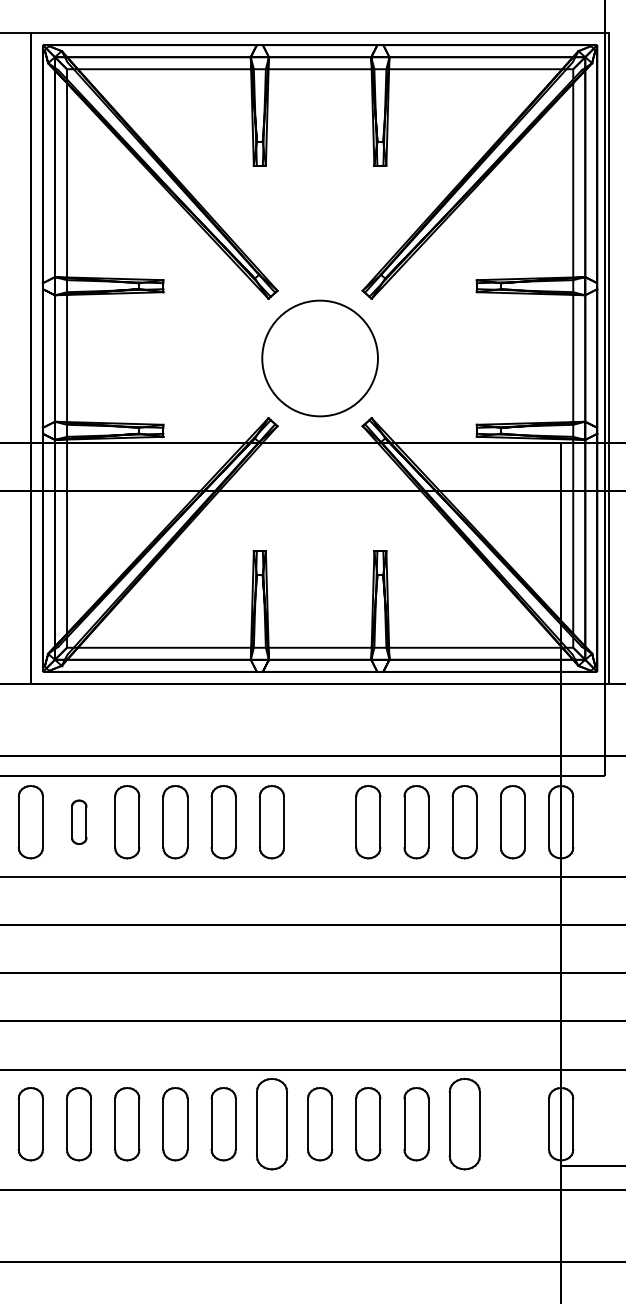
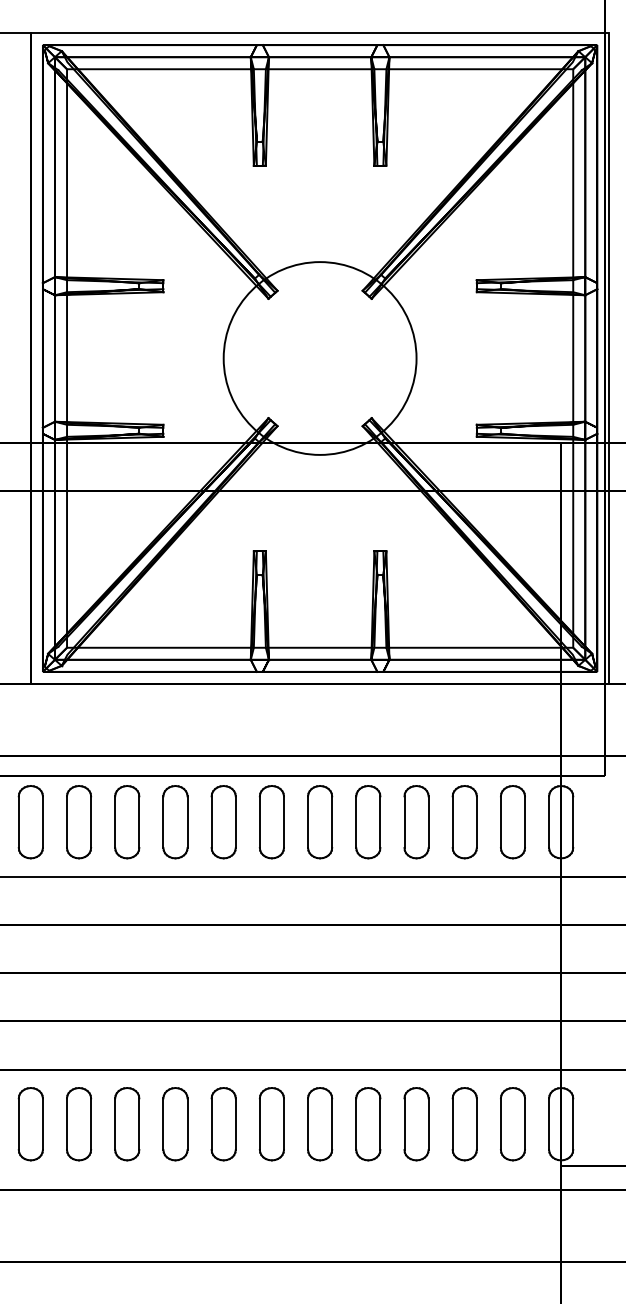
circle at (319, 358) diameter: 116 px -> 193 px
part at (79, 821) size: 17x46 px -> 27x75 px
part at (320, 822): none -> present
part at (271, 1124) size: 32x93 px -> 27x75 px
part at (464, 1124) size: 33x93 px -> 27x75 px
part at (512, 1124): none -> present
